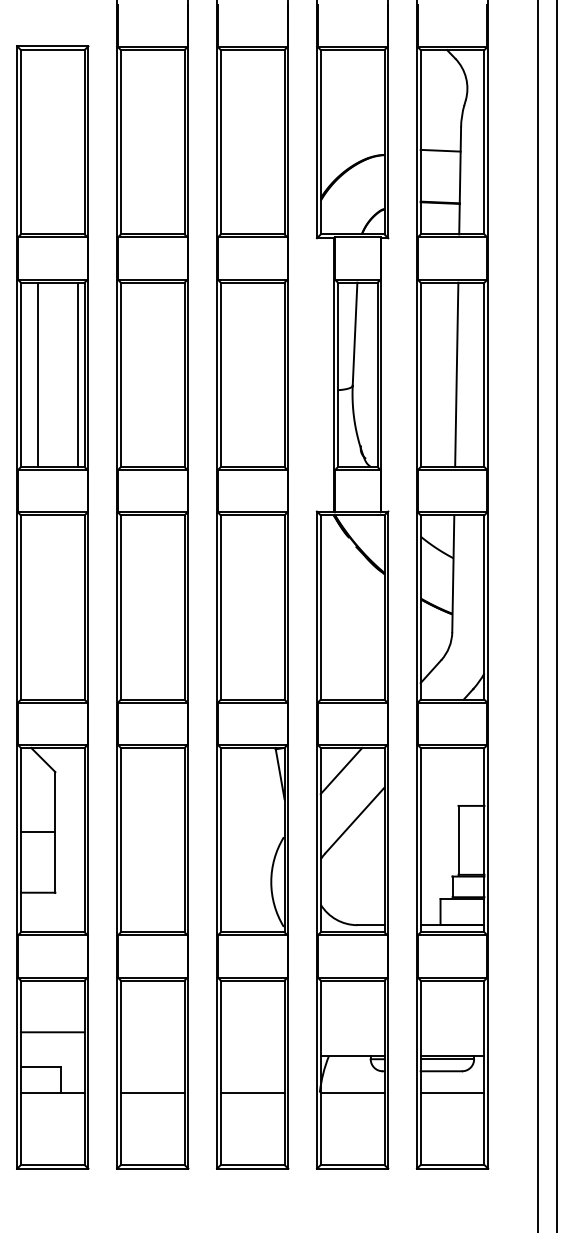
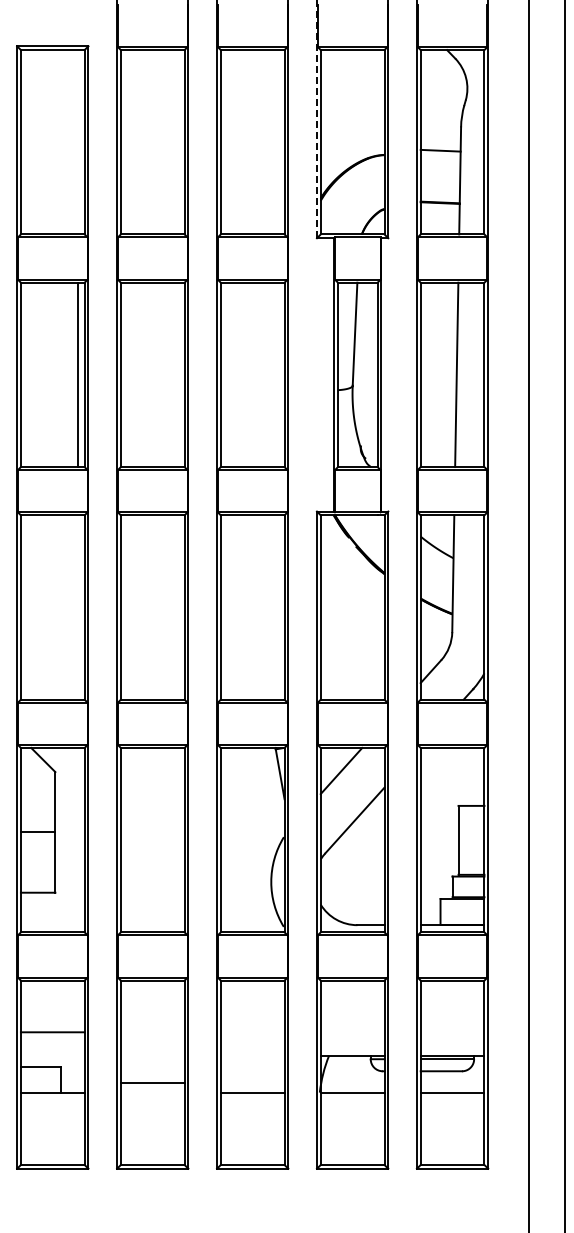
line at (316, 119): solid -> dashed
line at (38, 374): present -> none
line at (537, 615) position: (537, 615) -> (528, 615)
line at (556, 615) position: (556, 615) -> (564, 615)
line at (152, 1092) position: (152, 1092) -> (152, 1082)
